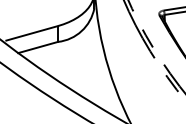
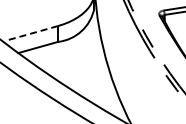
line at (32, 33): solid -> dashed
